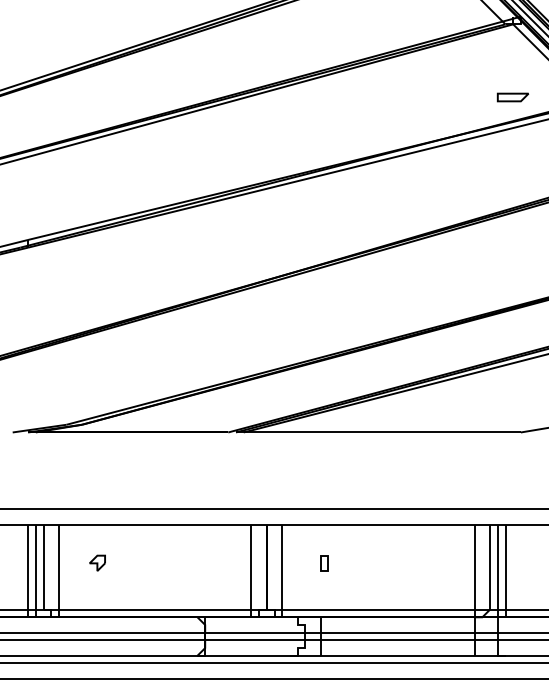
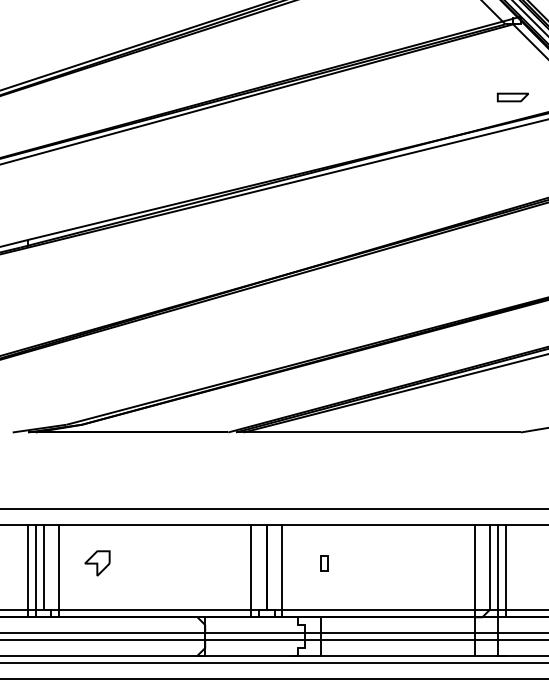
part at (97, 562) size: 17x18 px -> 27x27 px
